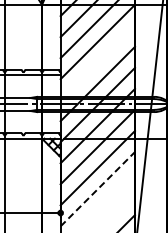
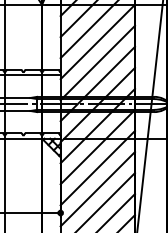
line at (97, 62): none -> present
line at (97, 189): dashed -> solid
line at (106, 201): none -> present
line at (117, 211): none -> present
